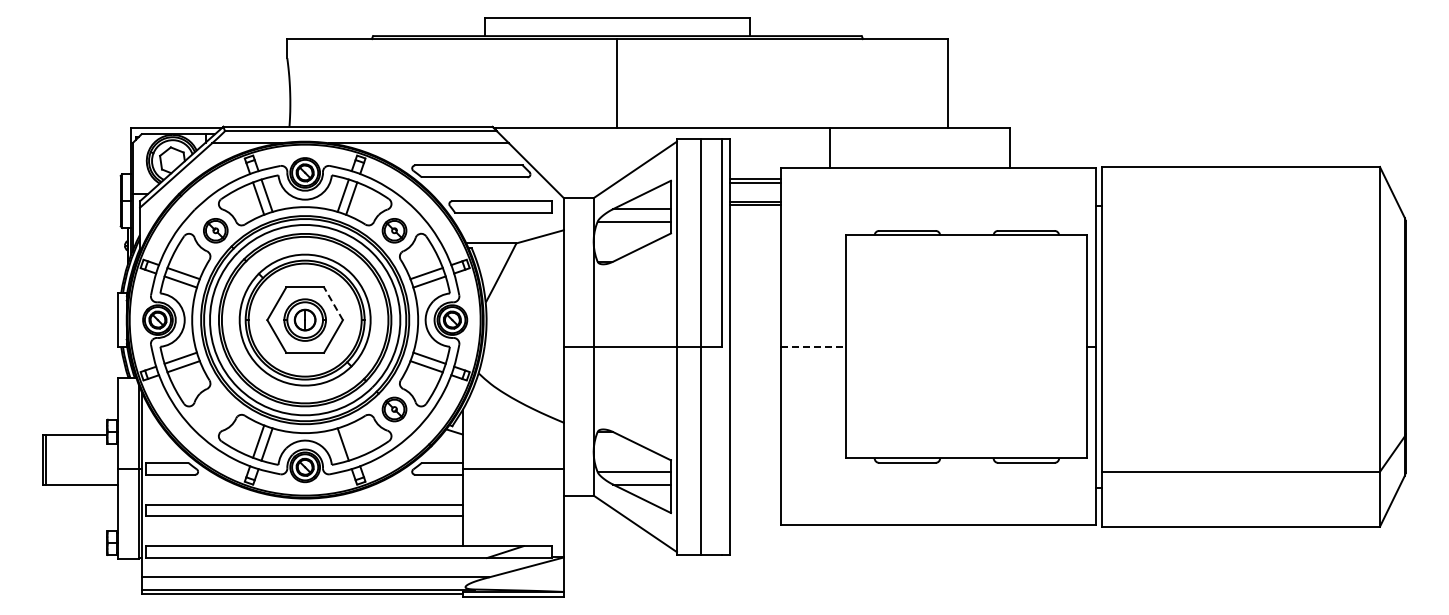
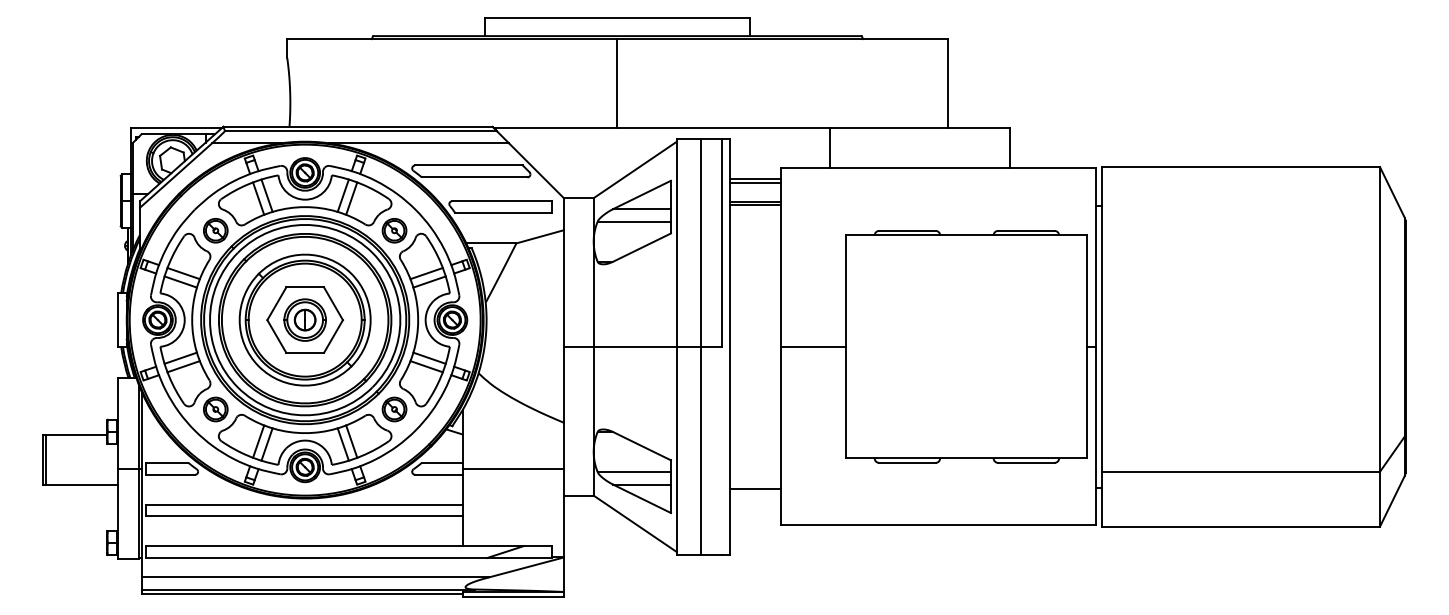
line at (333, 303): dashed -> solid
line at (813, 346): dashed -> solid
part at (215, 409): none -> present
line at (351, 441): none -> present
line at (755, 488): none -> present
